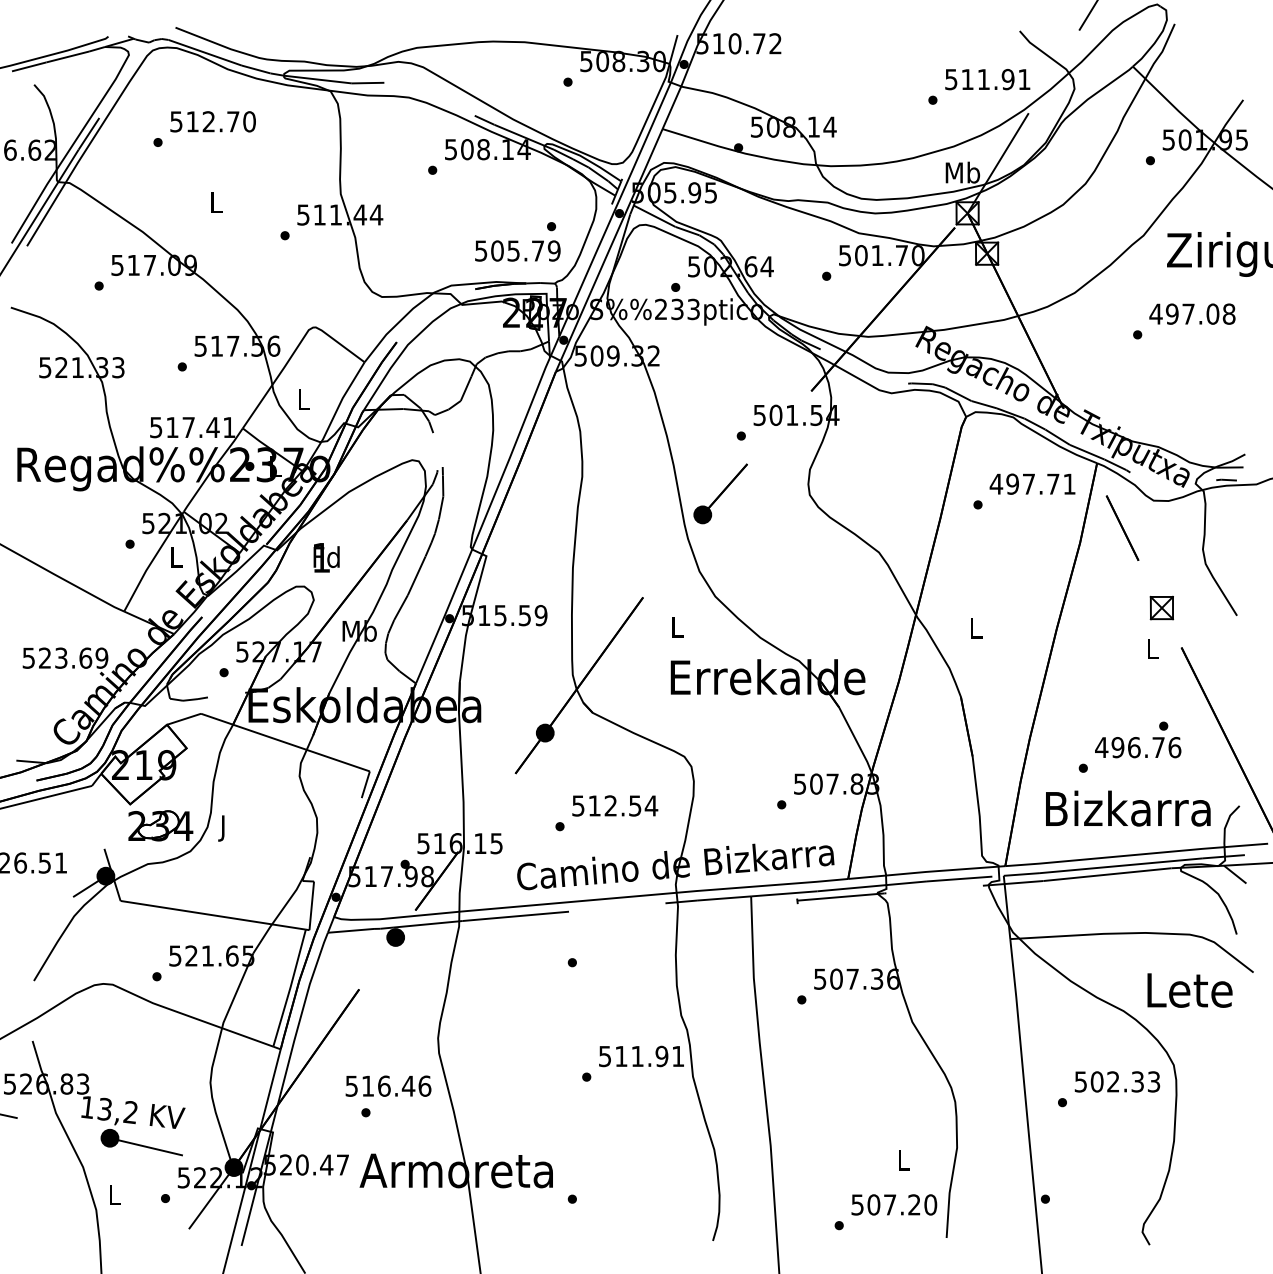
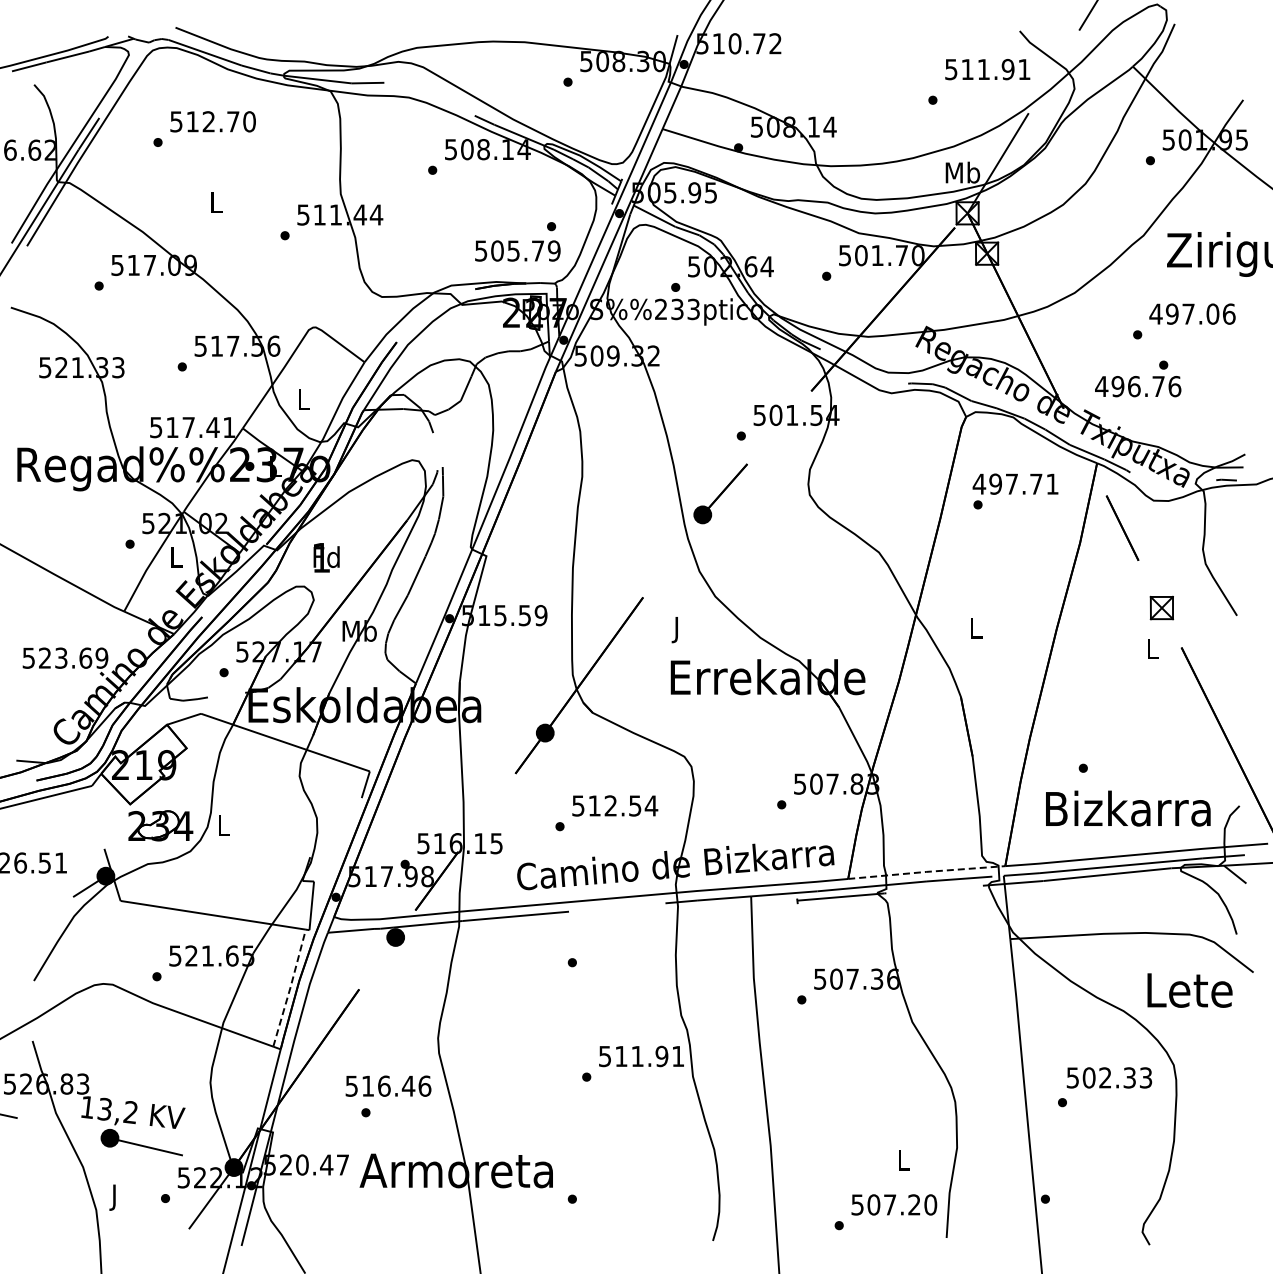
text at (987, 79) position: (987, 79) -> (987, 69)
text at (1228, 313): 497.08 -> 497.06
text at (1032, 483) position: (1032, 483) -> (1015, 483)
text at (677, 630): L -> J
text at (1138, 739) position: (1138, 739) -> (1138, 378)
text at (223, 828): J -> L
line at (926, 871): solid -> dashed
line at (290, 988): solid -> dashed
text at (1117, 1081) position: (1117, 1081) -> (1109, 1077)
text at (114, 1197): L -> J
